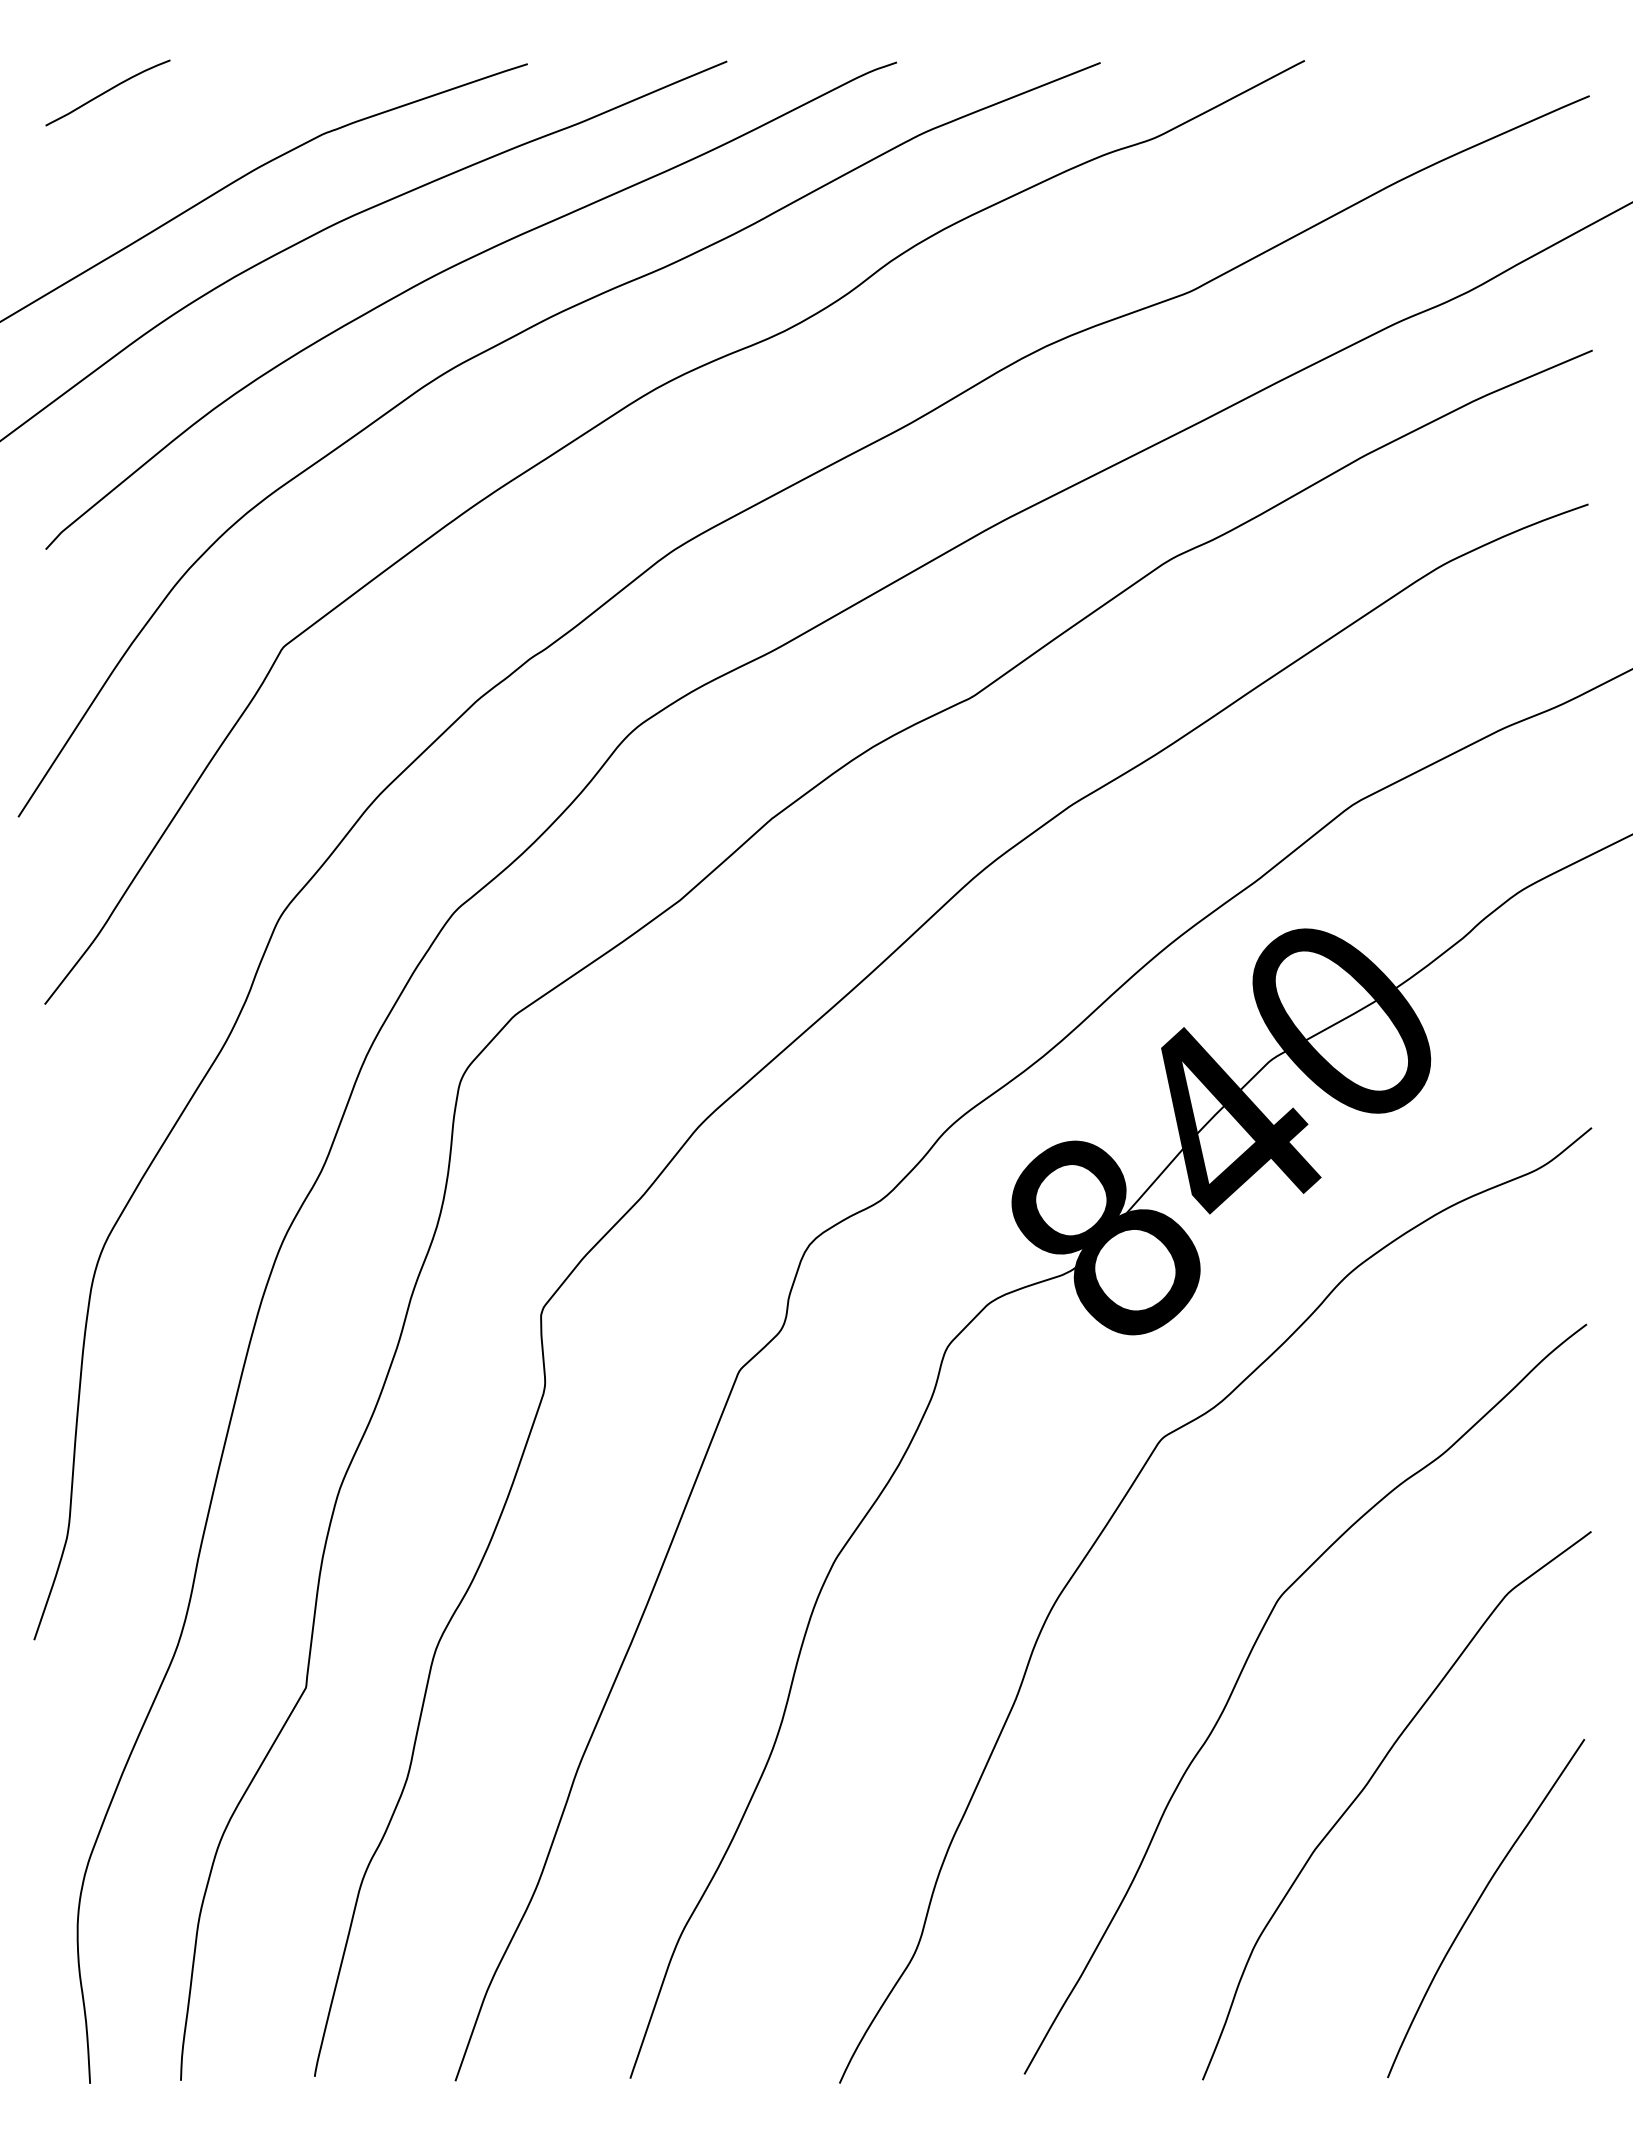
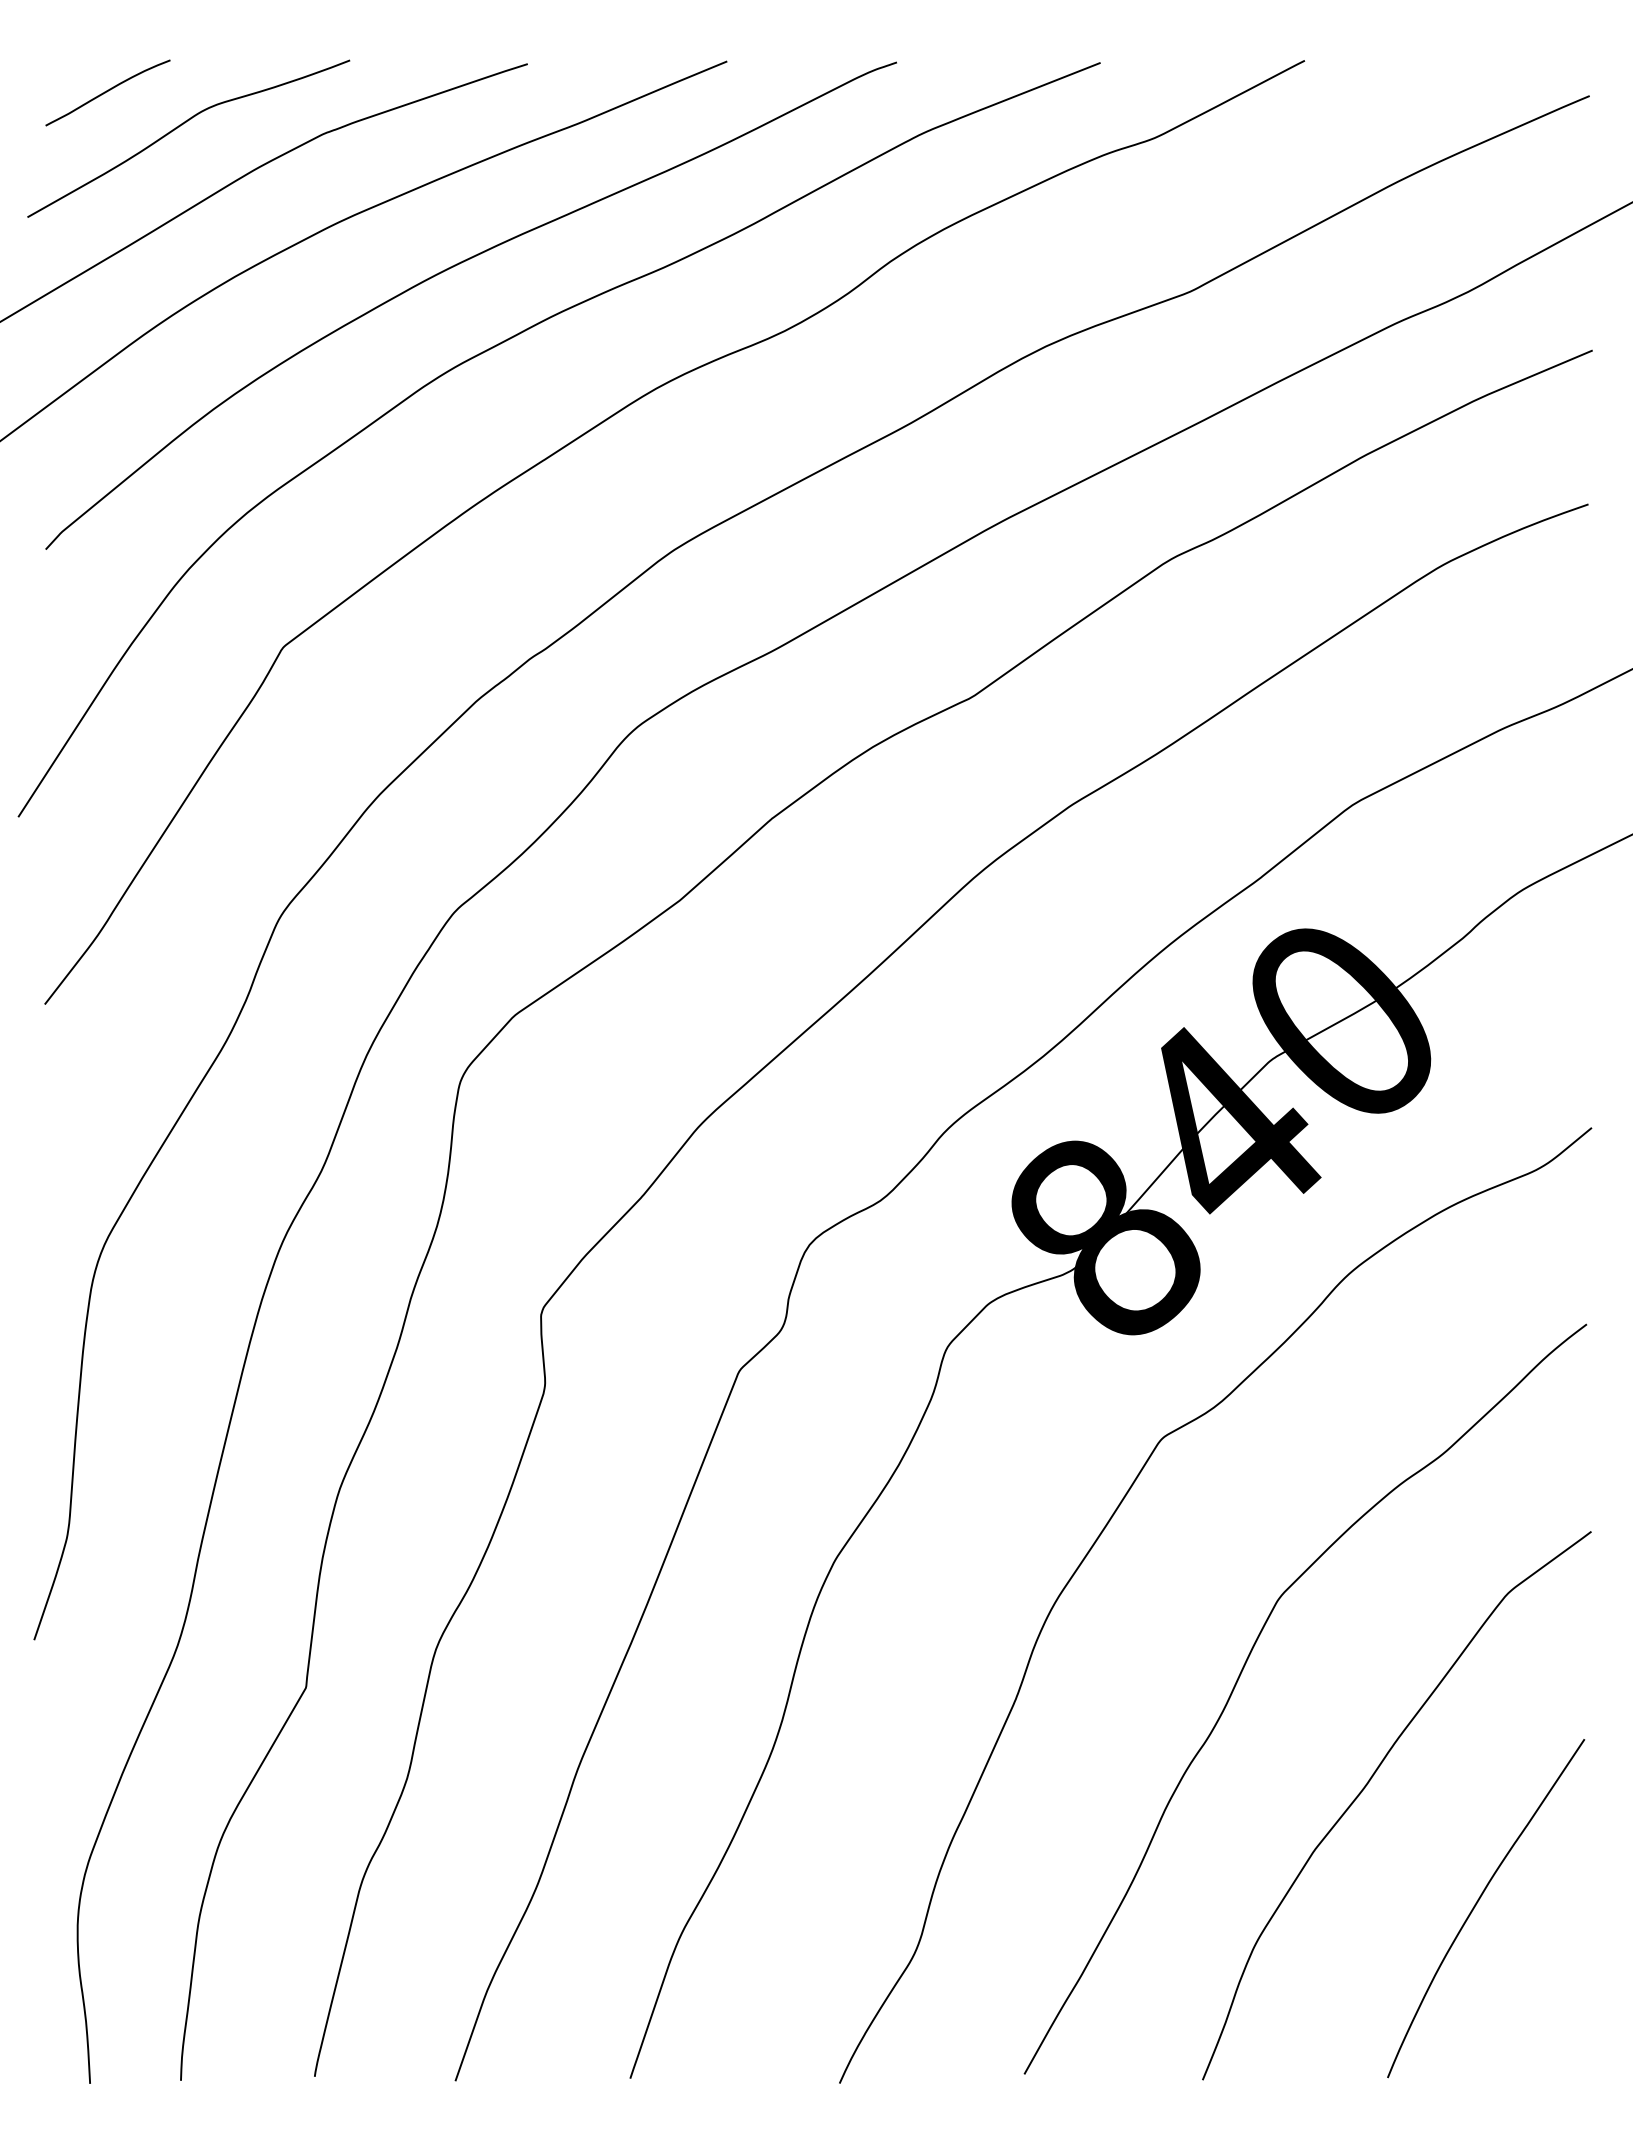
curve at (179, 127): none -> present
